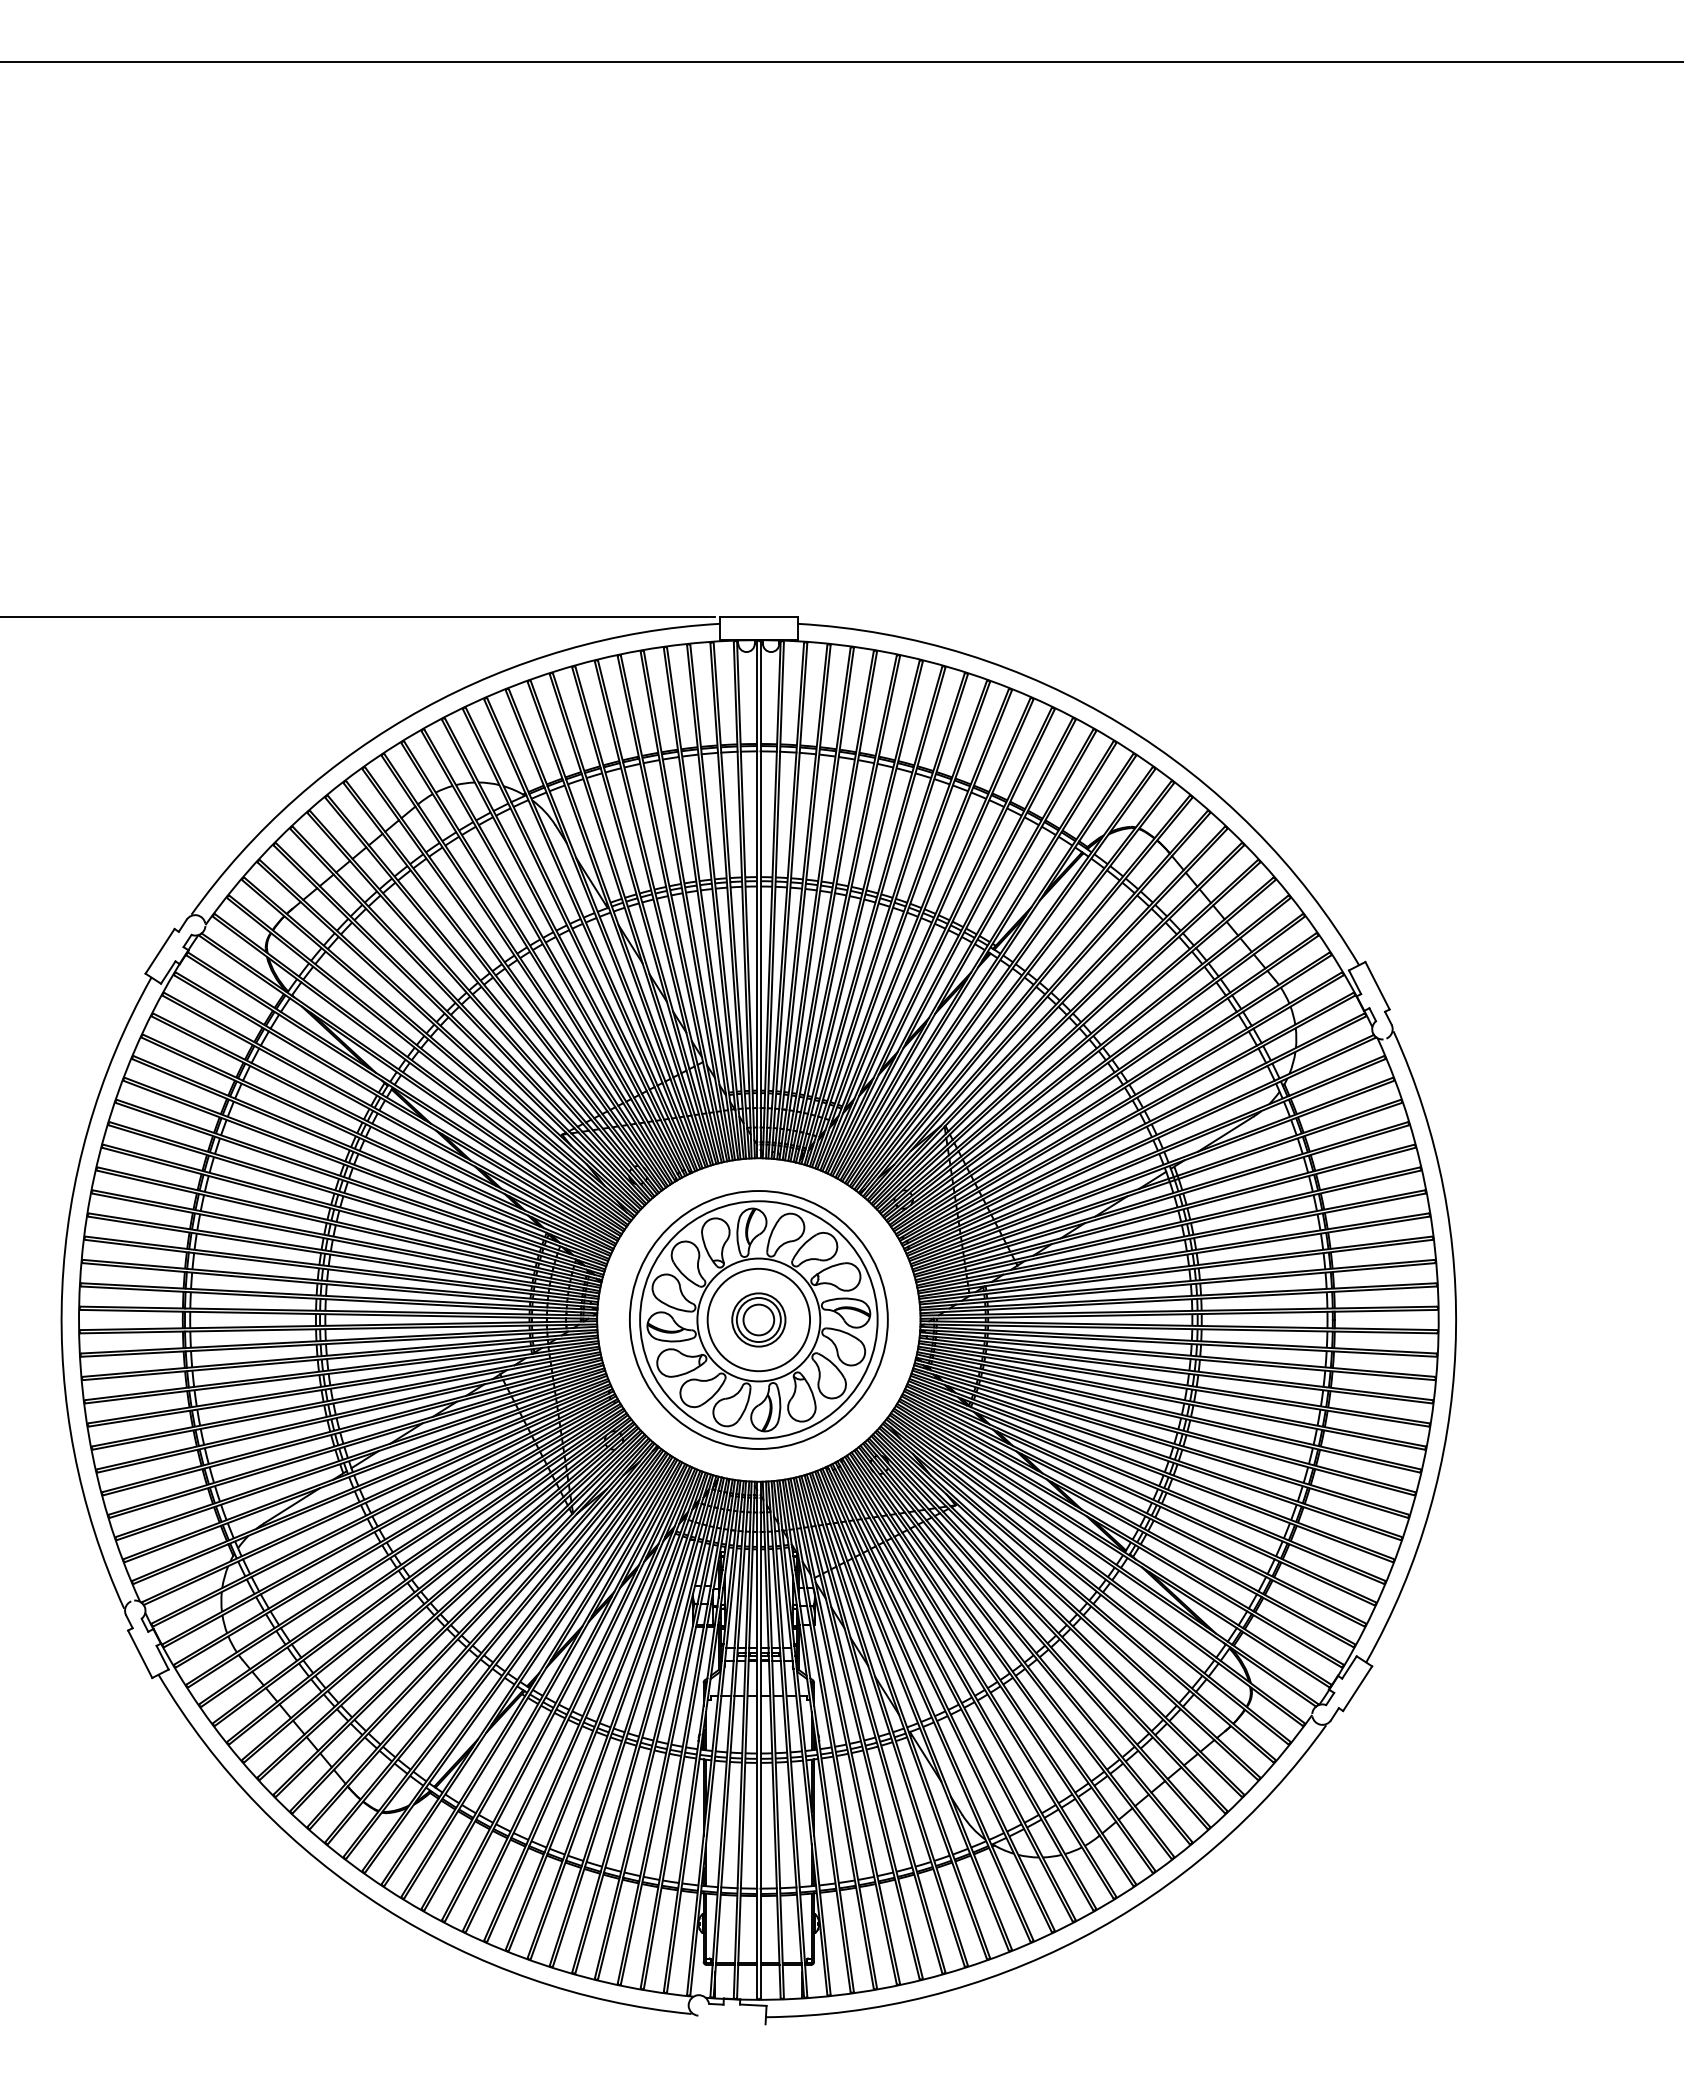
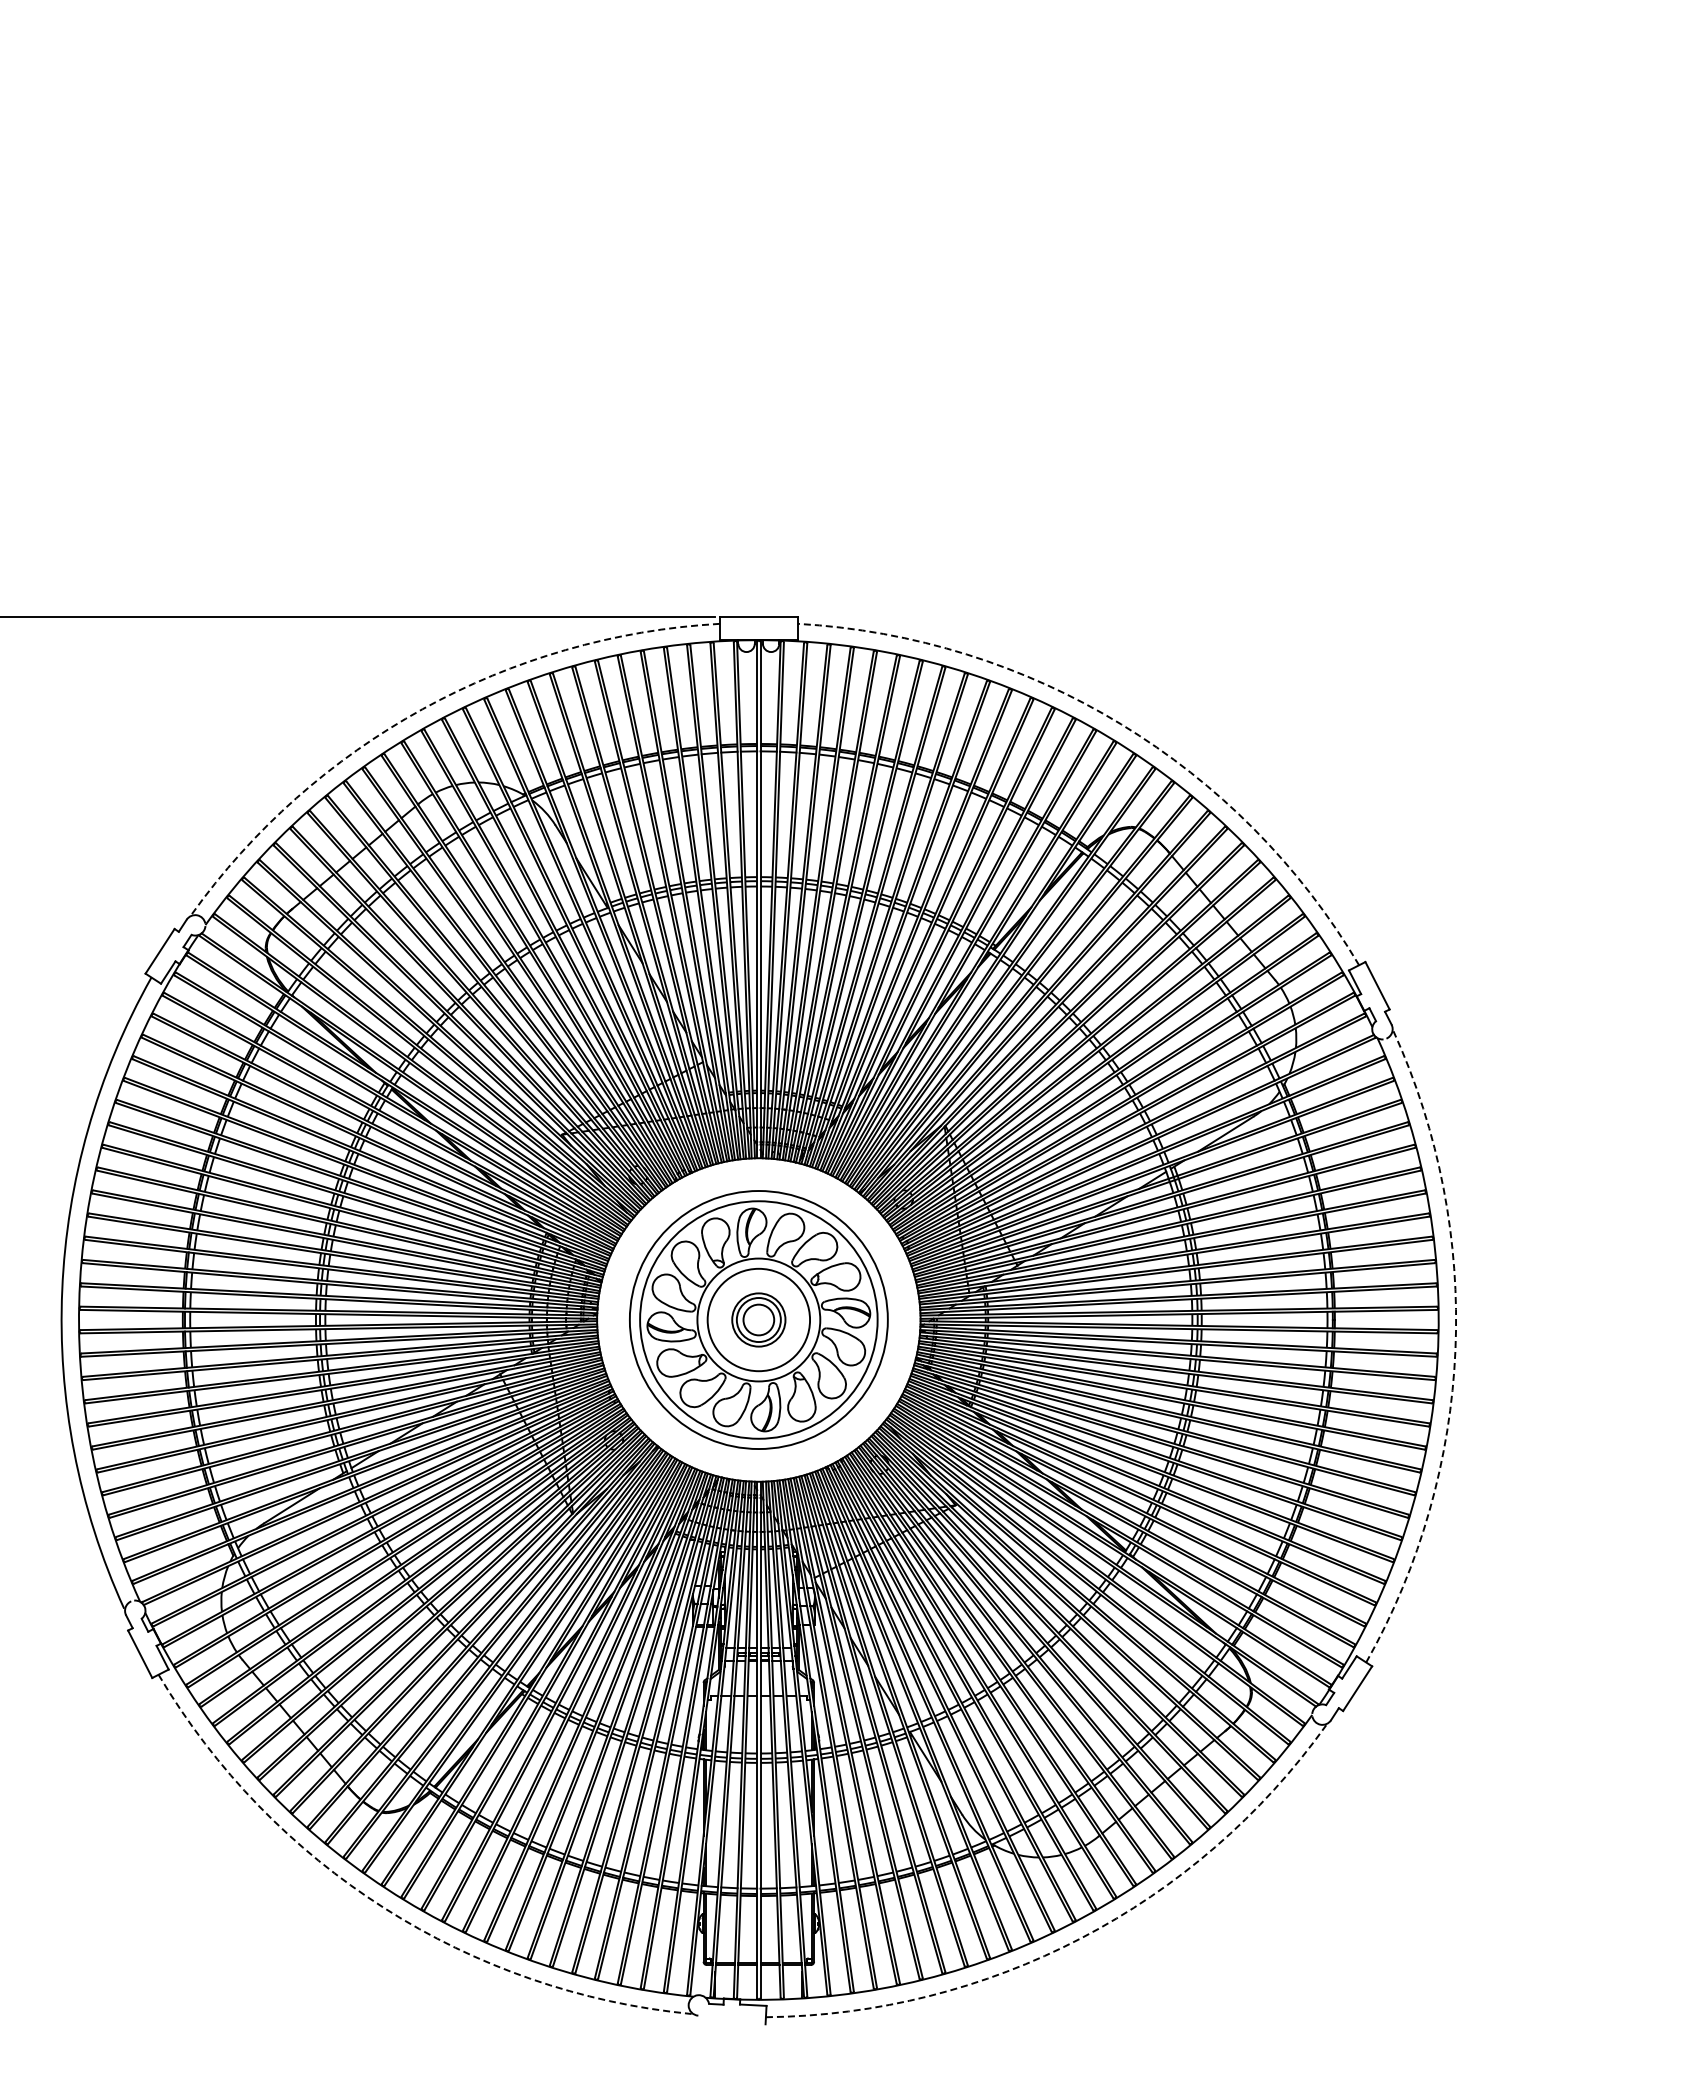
line at (841, 62): present -> none
arc at (422, 709): solid -> dashed
arc at (1121, 724): solid -> dashed
arc at (1455, 1350): solid -> dashed
arc at (384, 1908): solid -> dashed
arc at (1081, 1938): solid -> dashed
